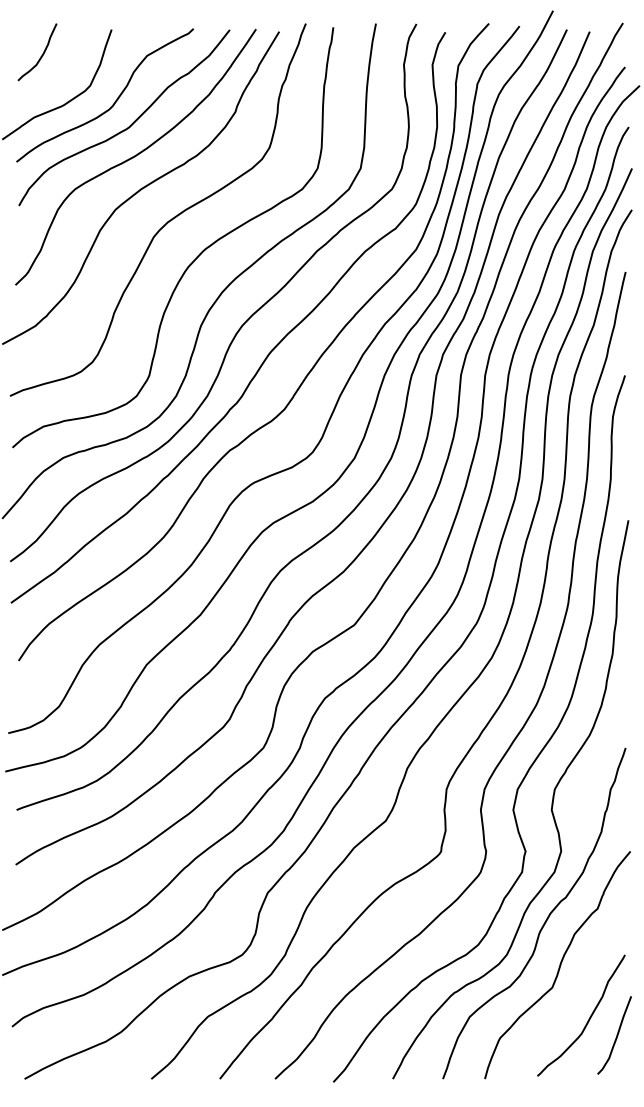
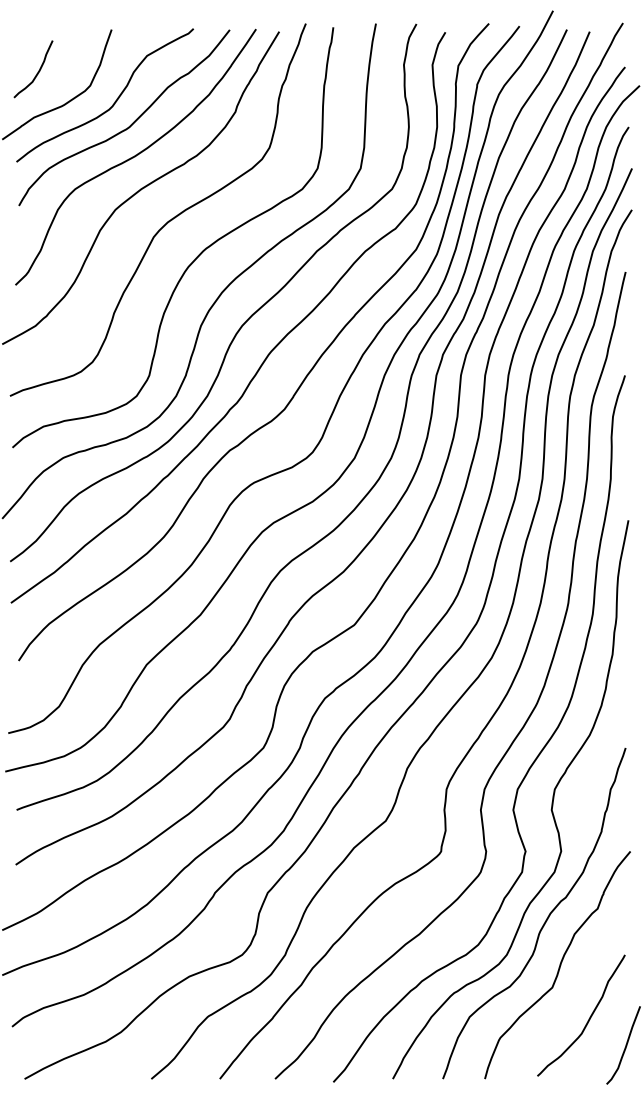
curve at (41, 55) position: (41, 55) -> (37, 72)
curve at (616, 1035) position: (616, 1035) -> (625, 1045)
